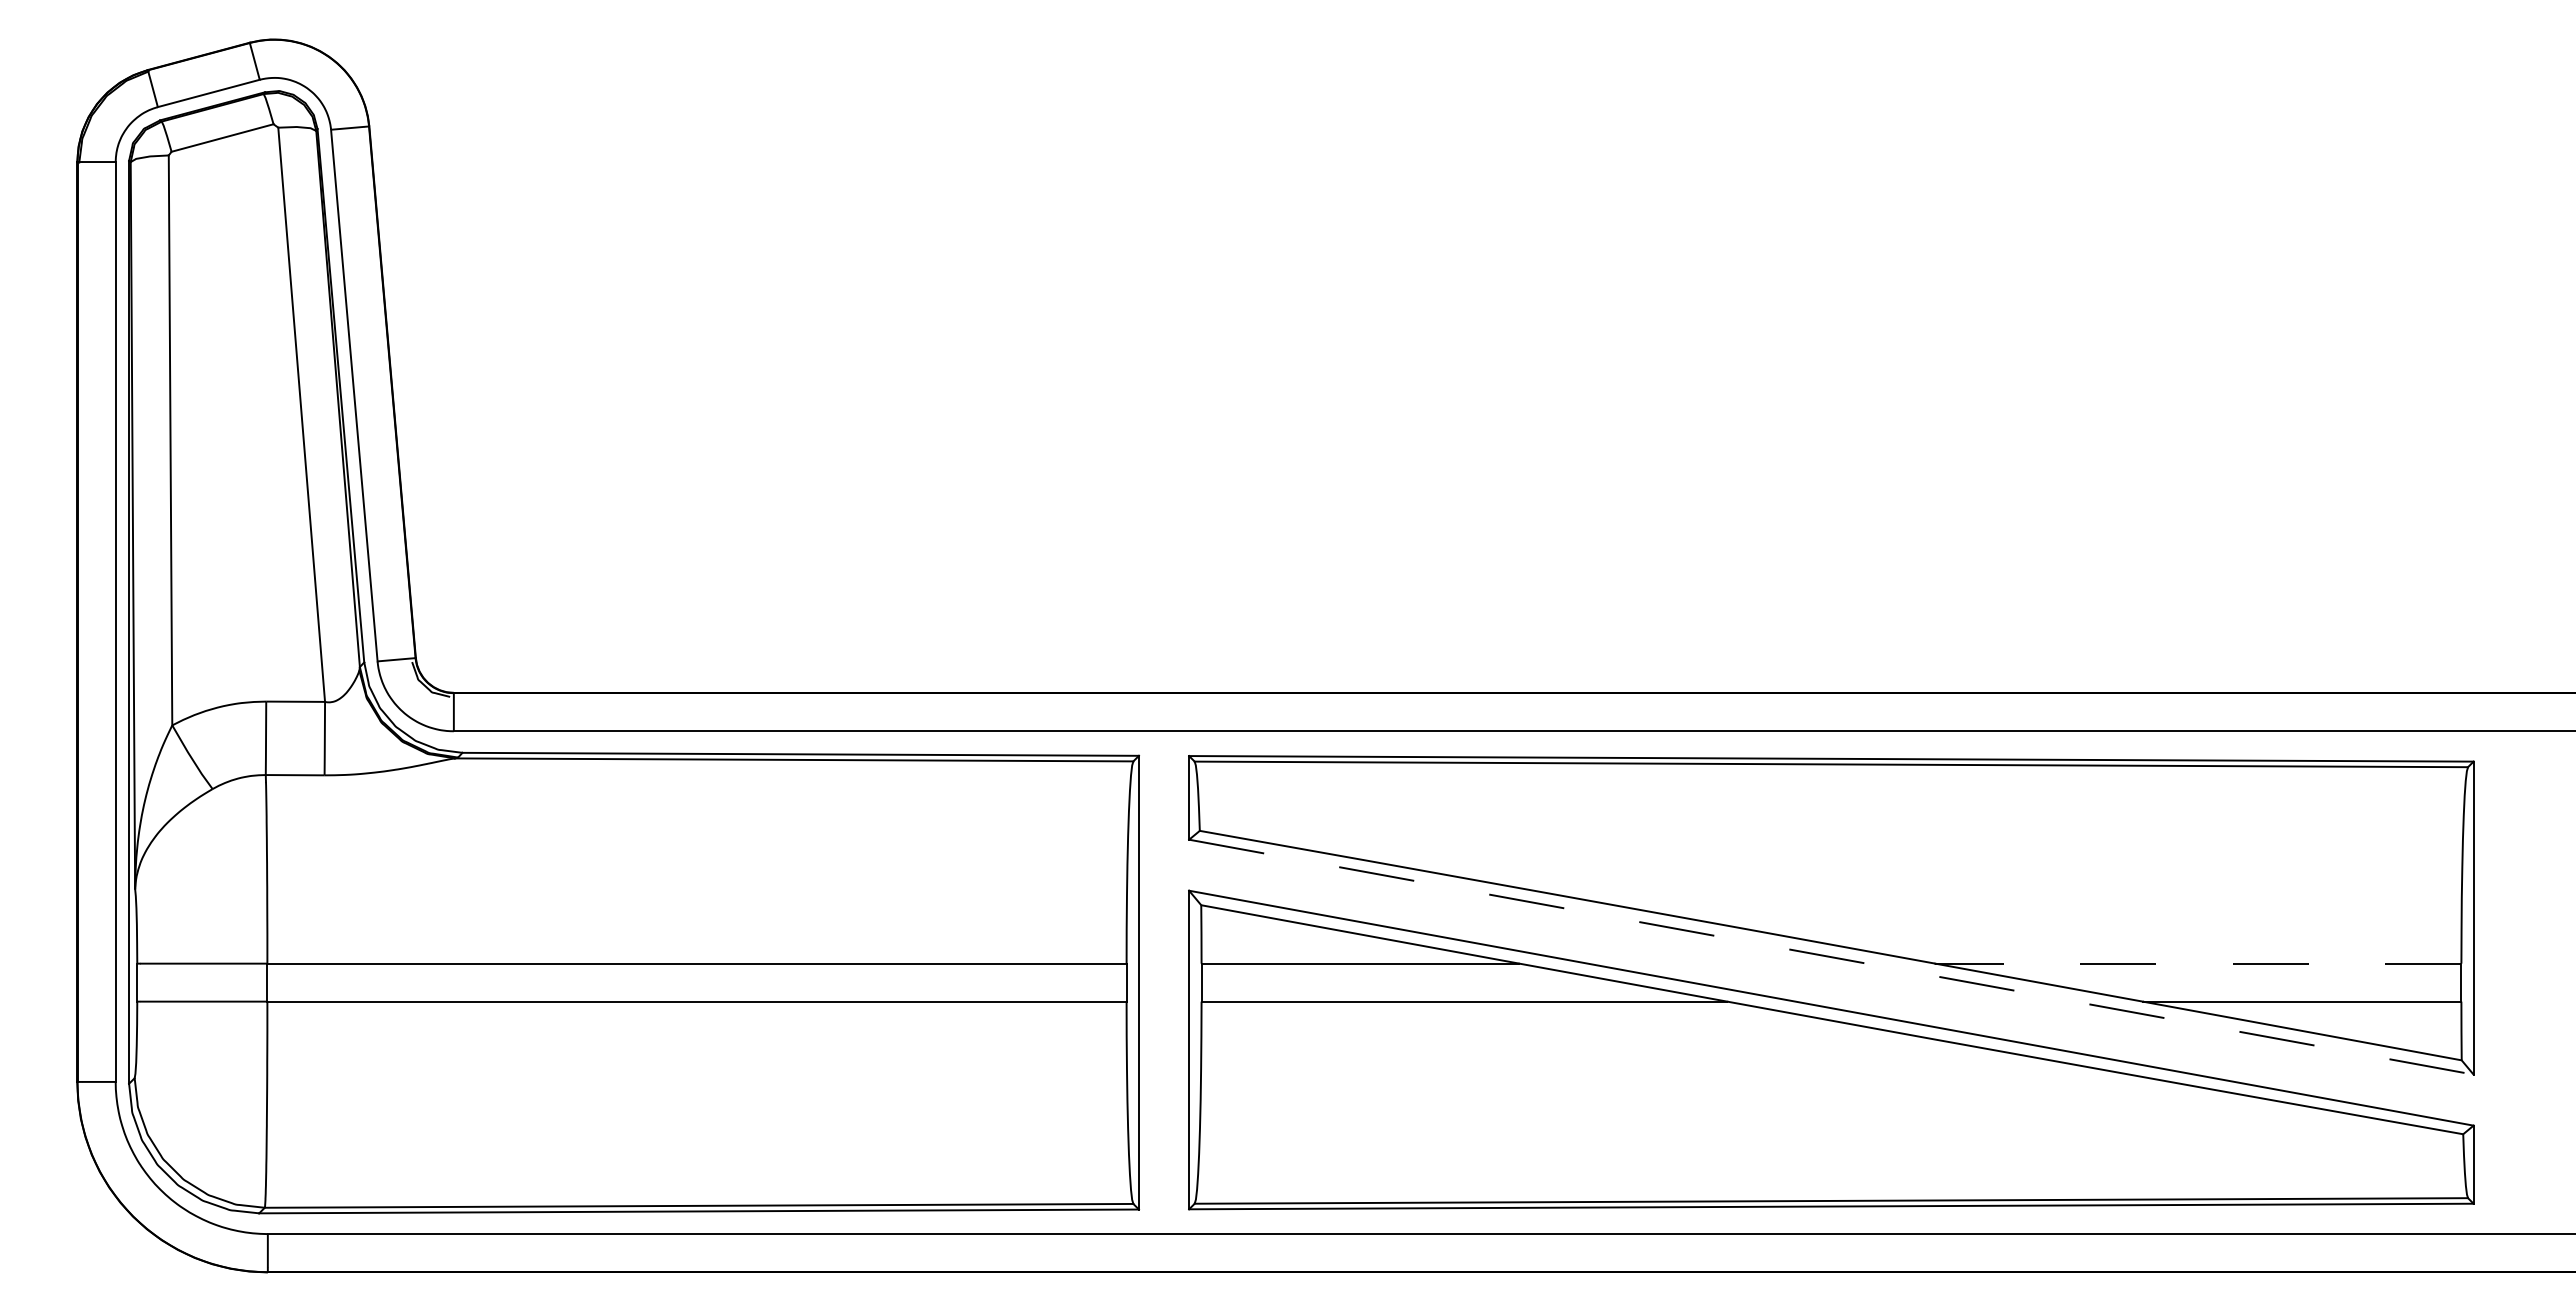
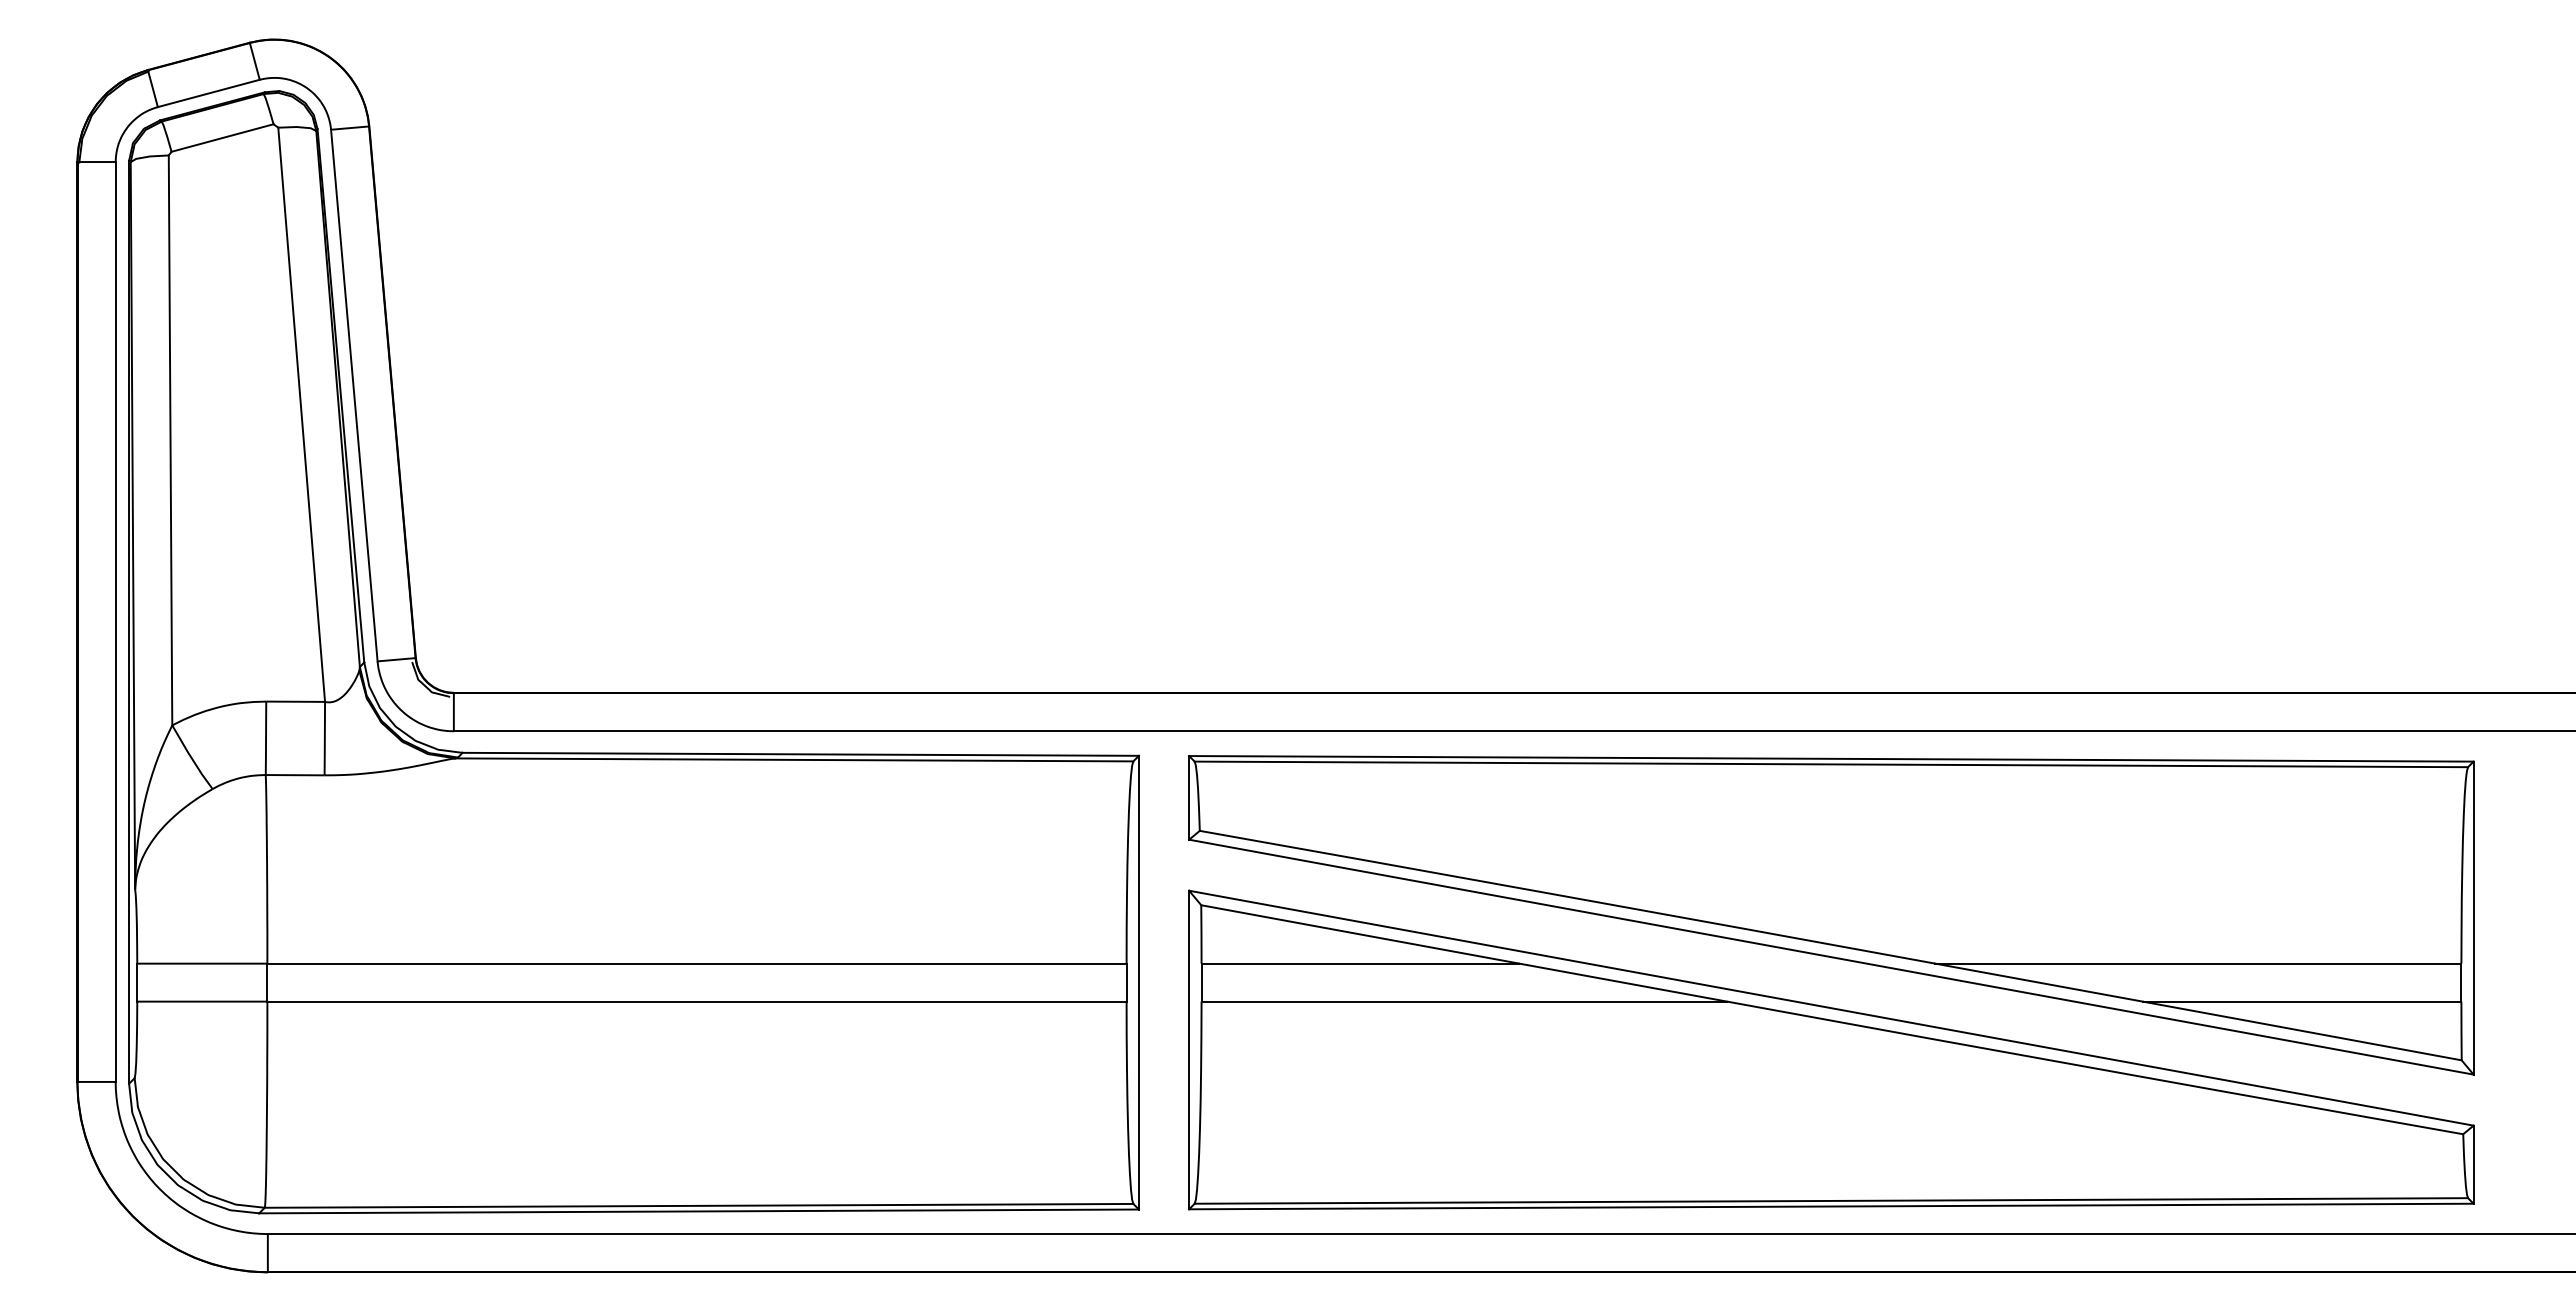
line at (1831, 957): dashed -> solid
line at (2197, 963): dashed -> solid
